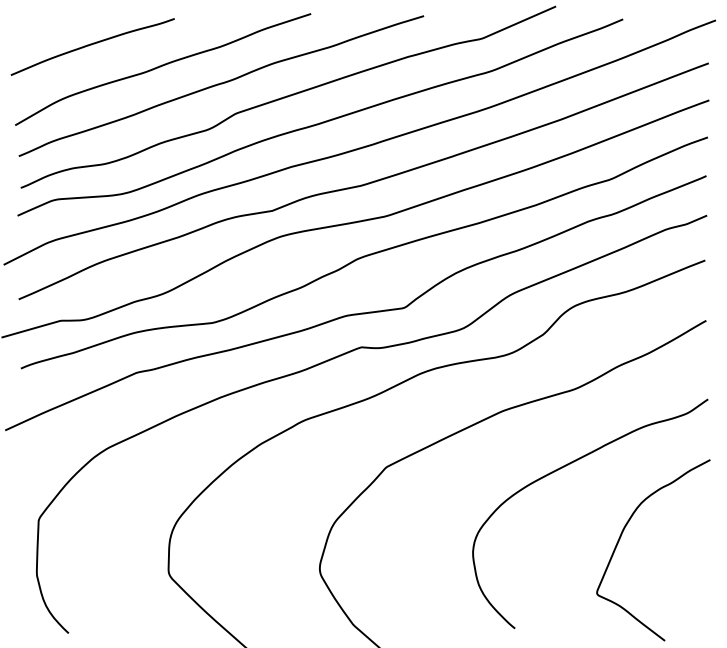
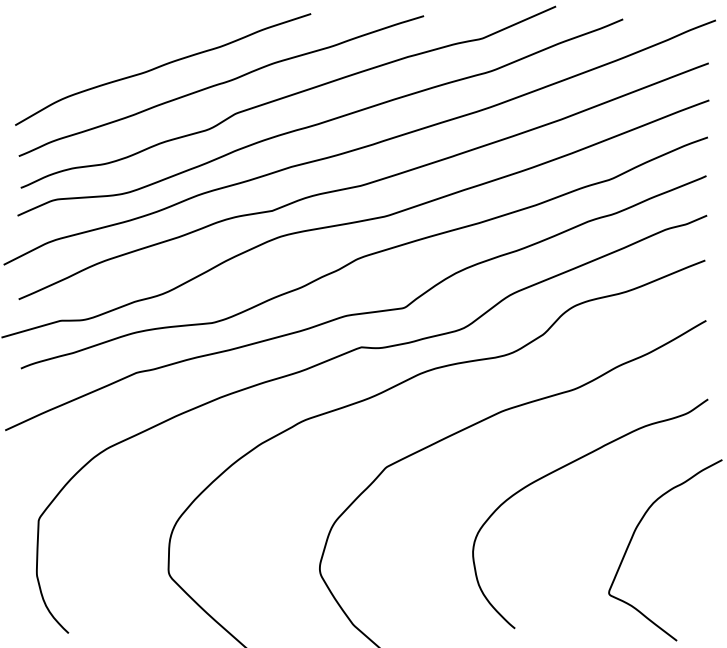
curve at (91, 45): present -> none
curve at (620, 539) position: (620, 539) -> (632, 539)
